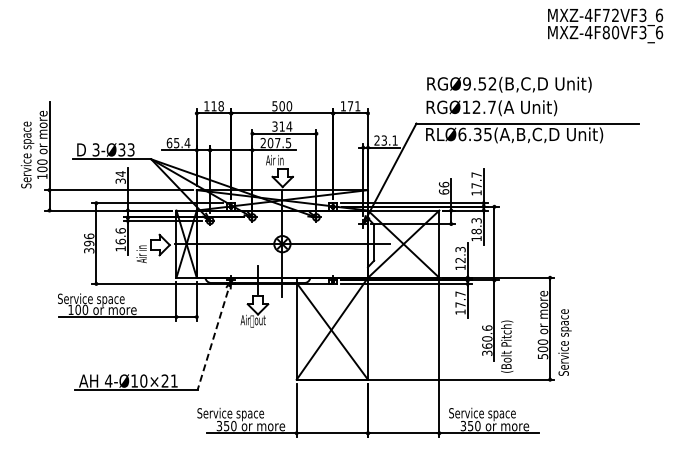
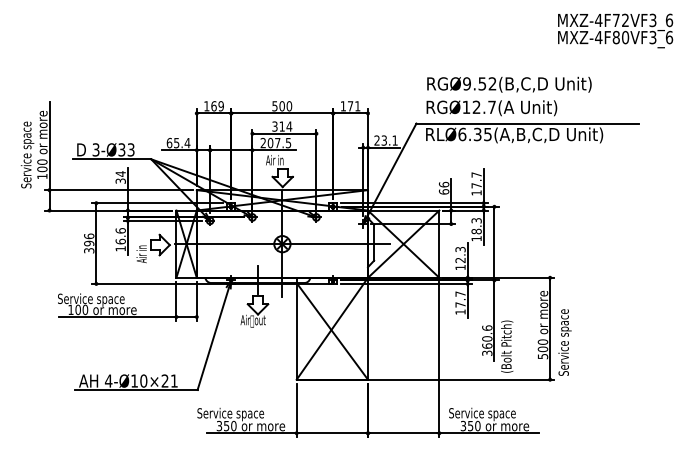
text at (605, 25) position: (605, 25) -> (615, 30)
text at (217, 106): 118 -> 169
line at (214, 335): dashed -> solid
